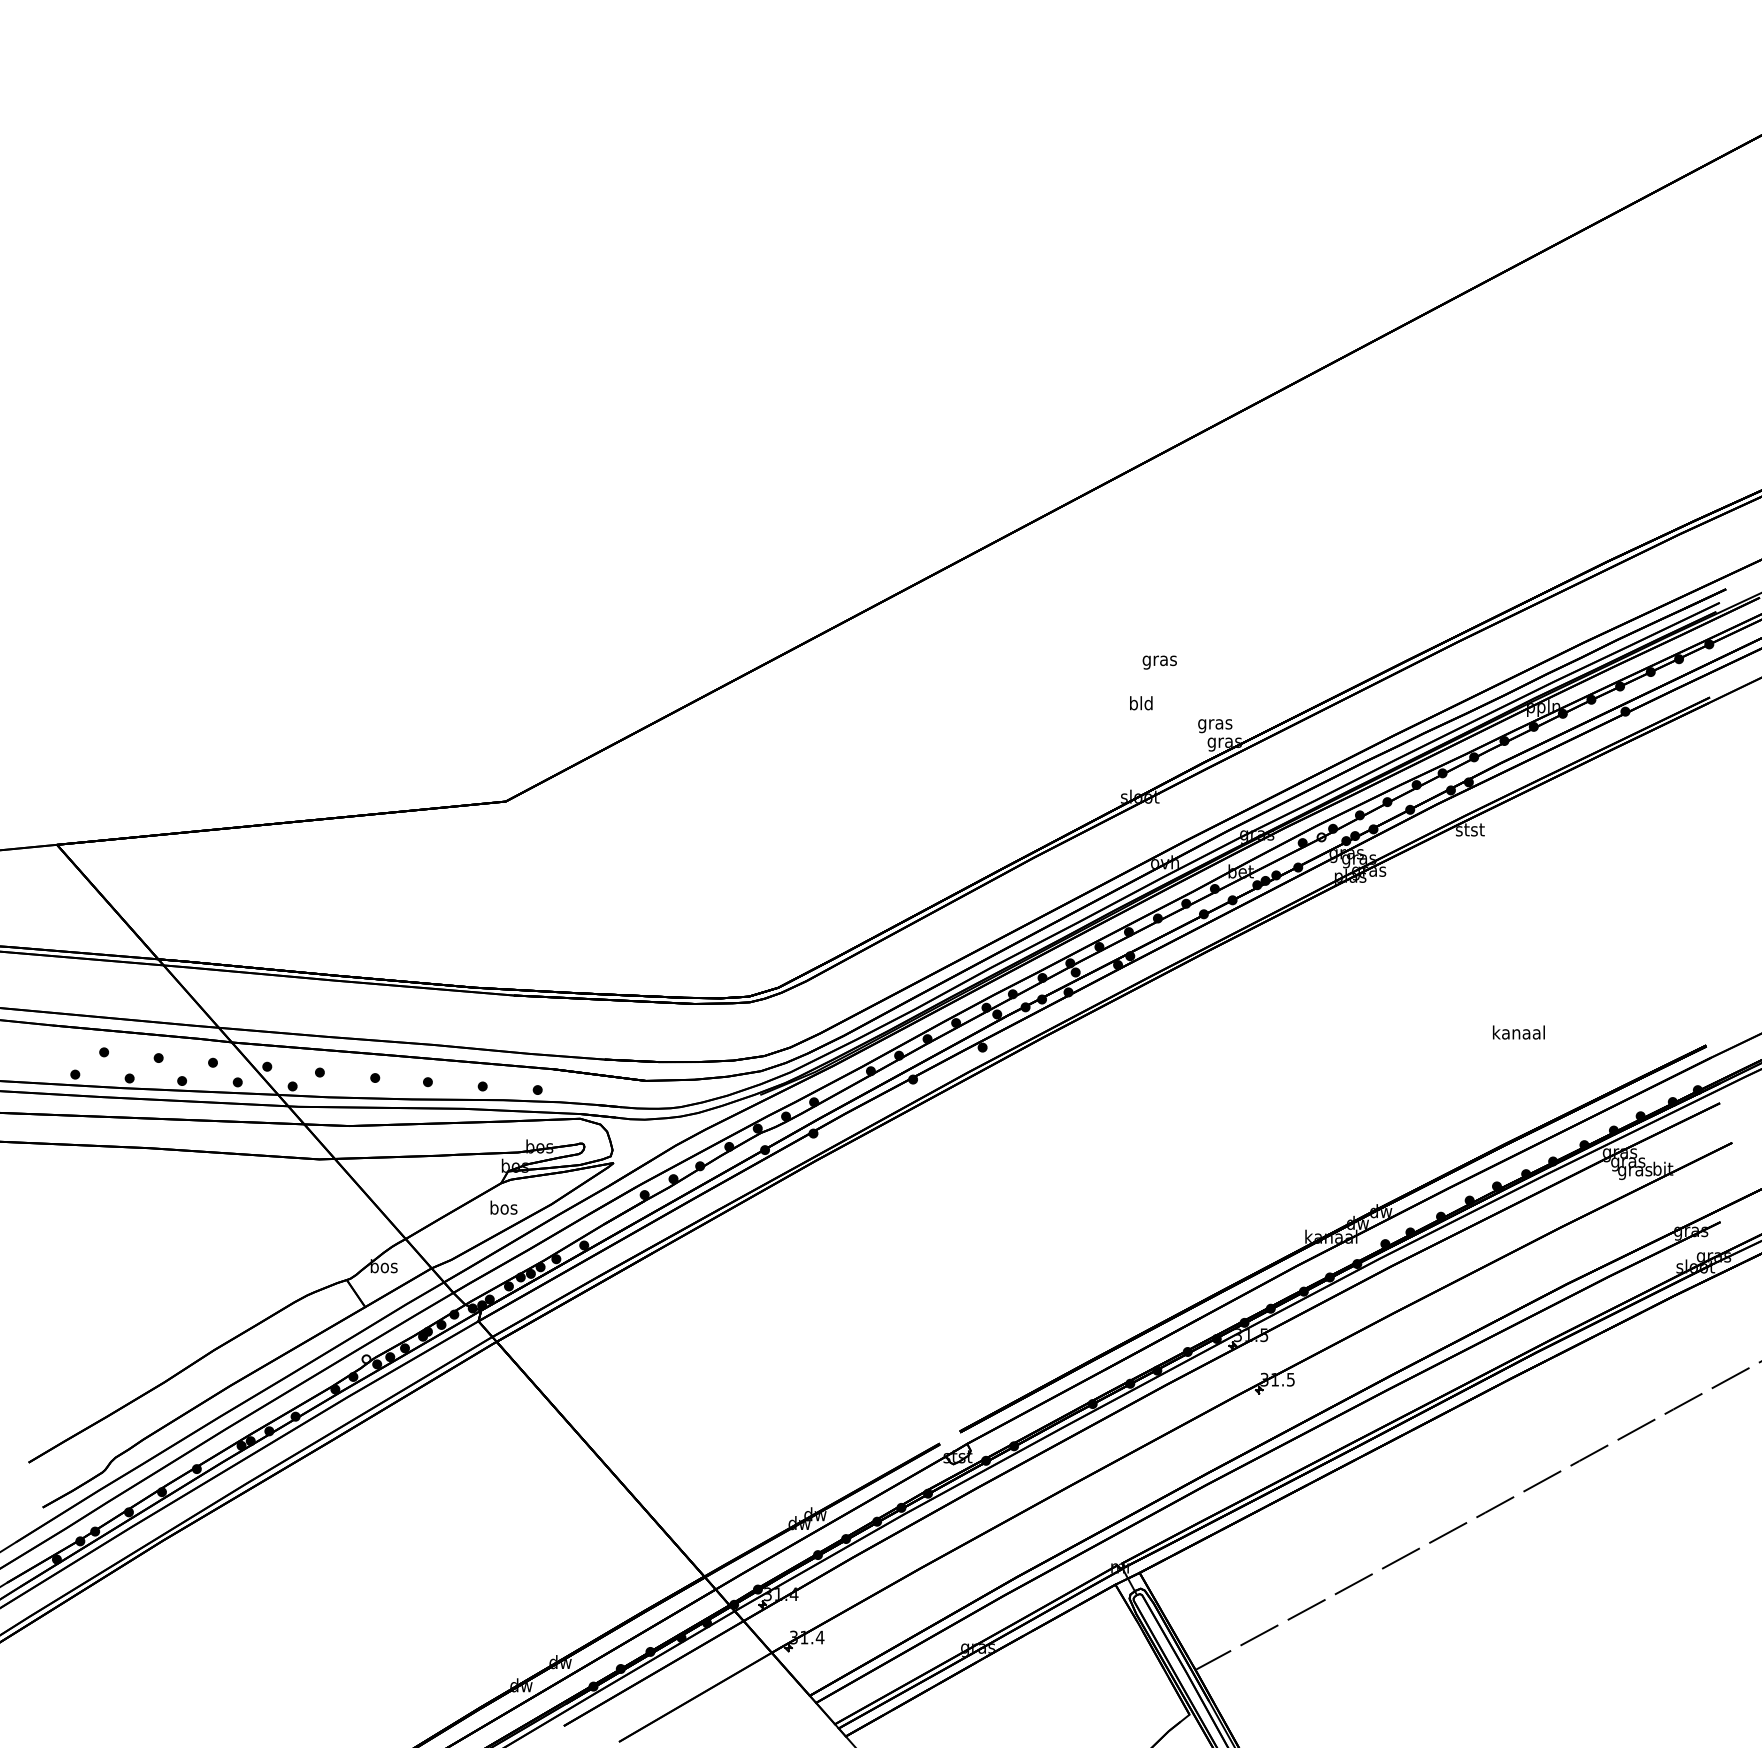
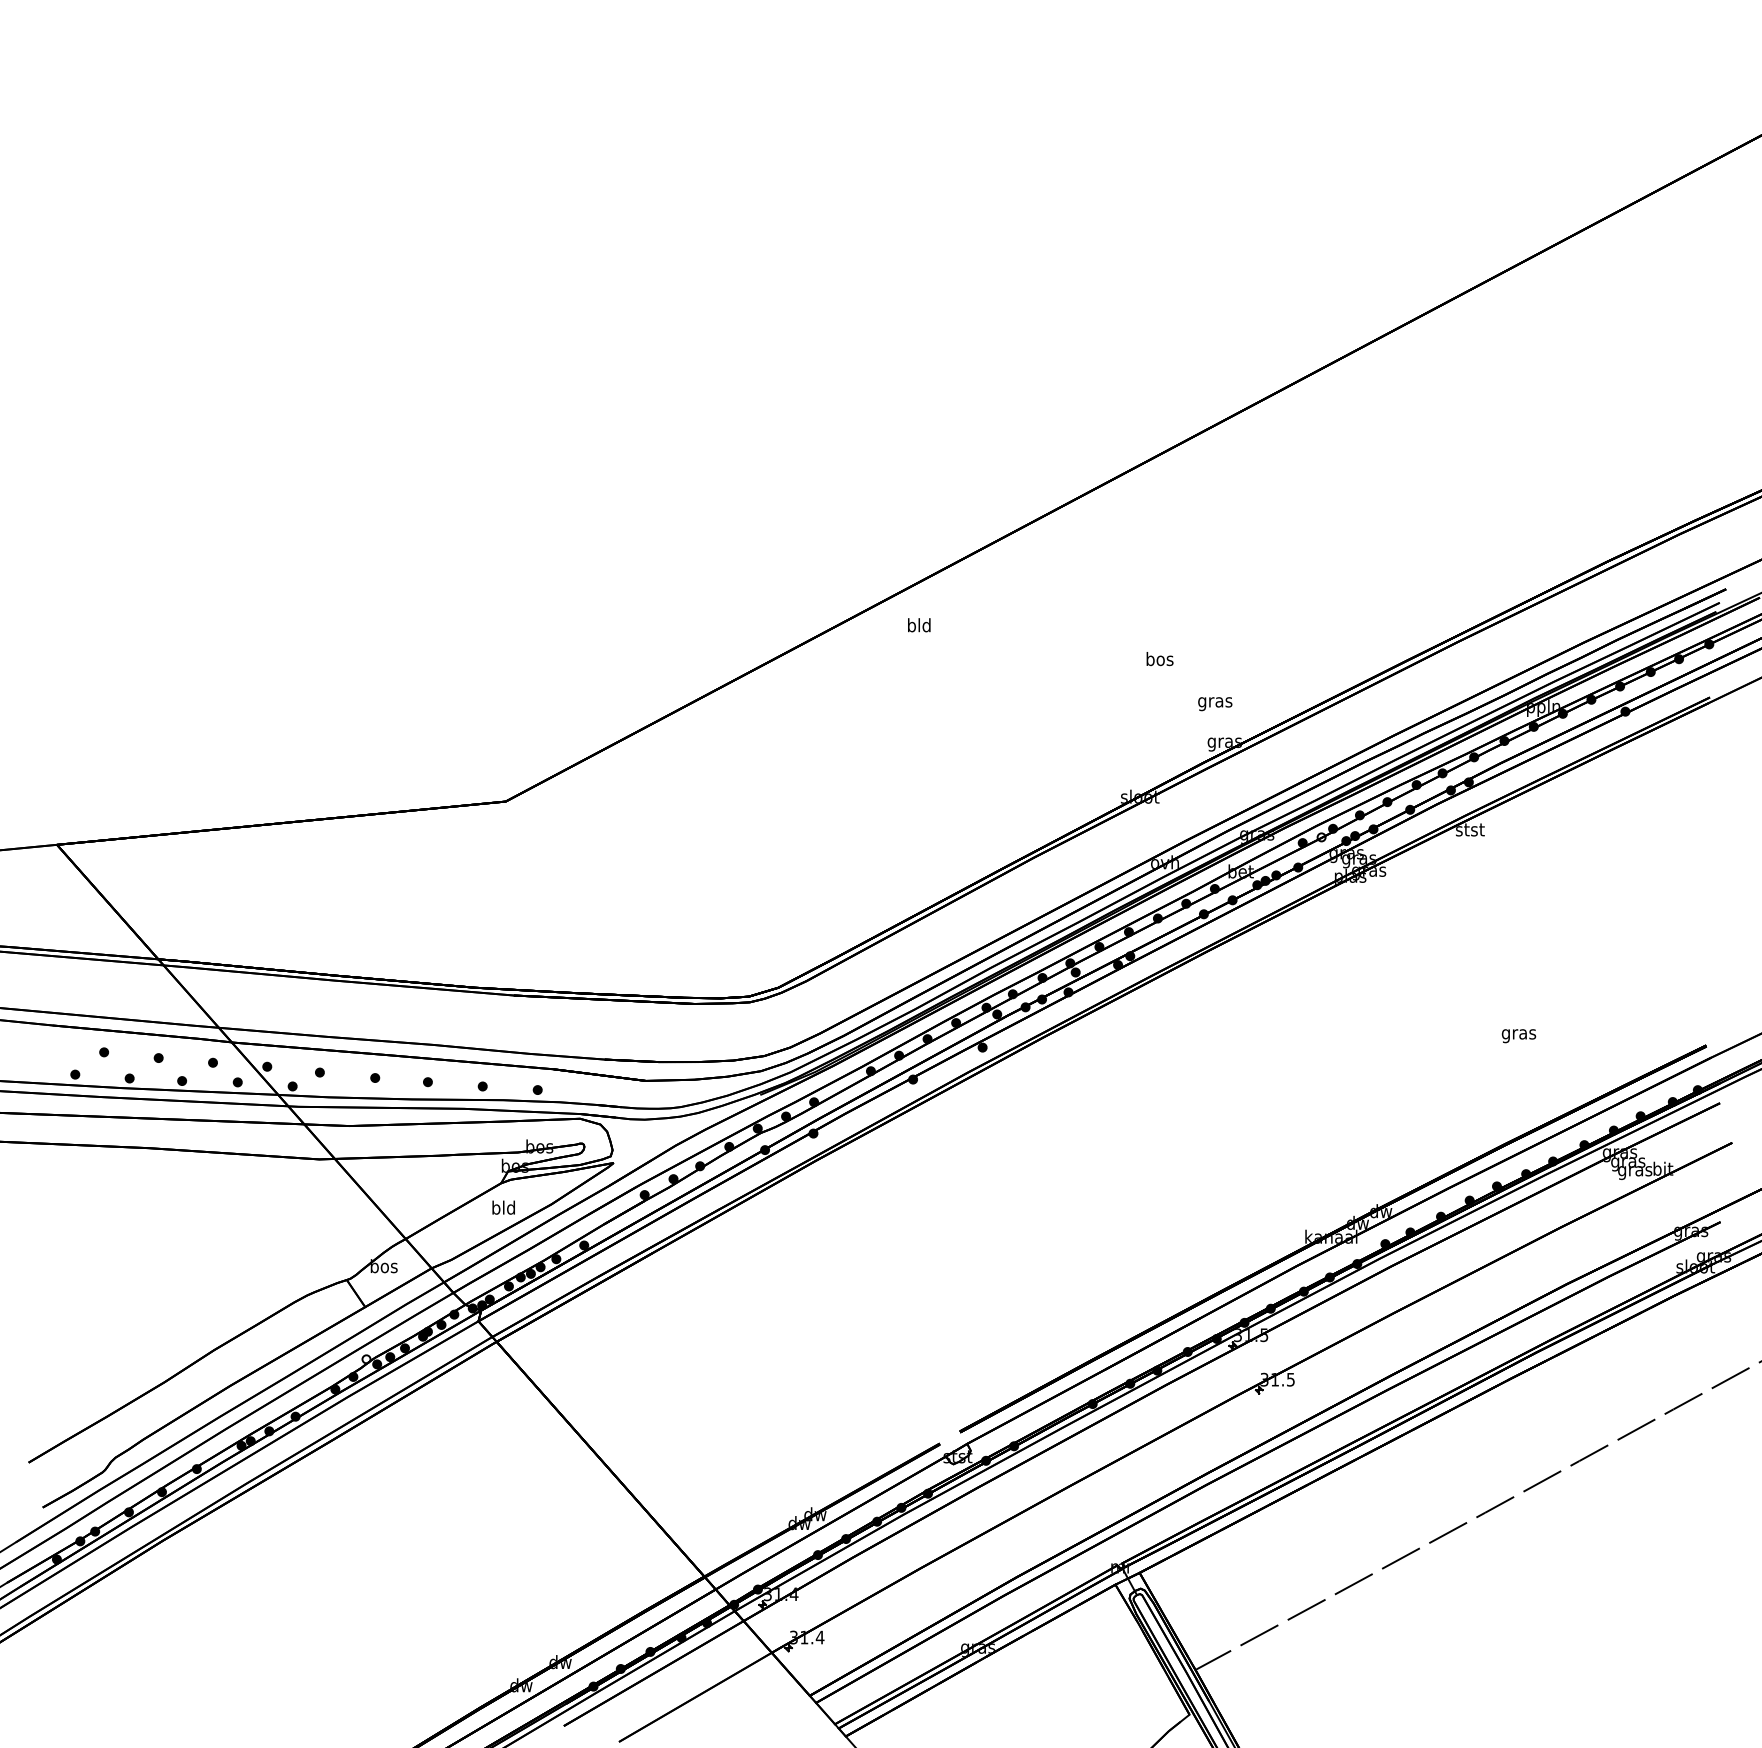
text at (1159, 660): gras -> bos
text at (1141, 703) position: (1141, 703) -> (919, 625)
text at (1215, 726) position: (1215, 726) -> (1215, 704)
text at (1518, 1034): kanaal -> gras
text at (503, 1207): bos -> bld
